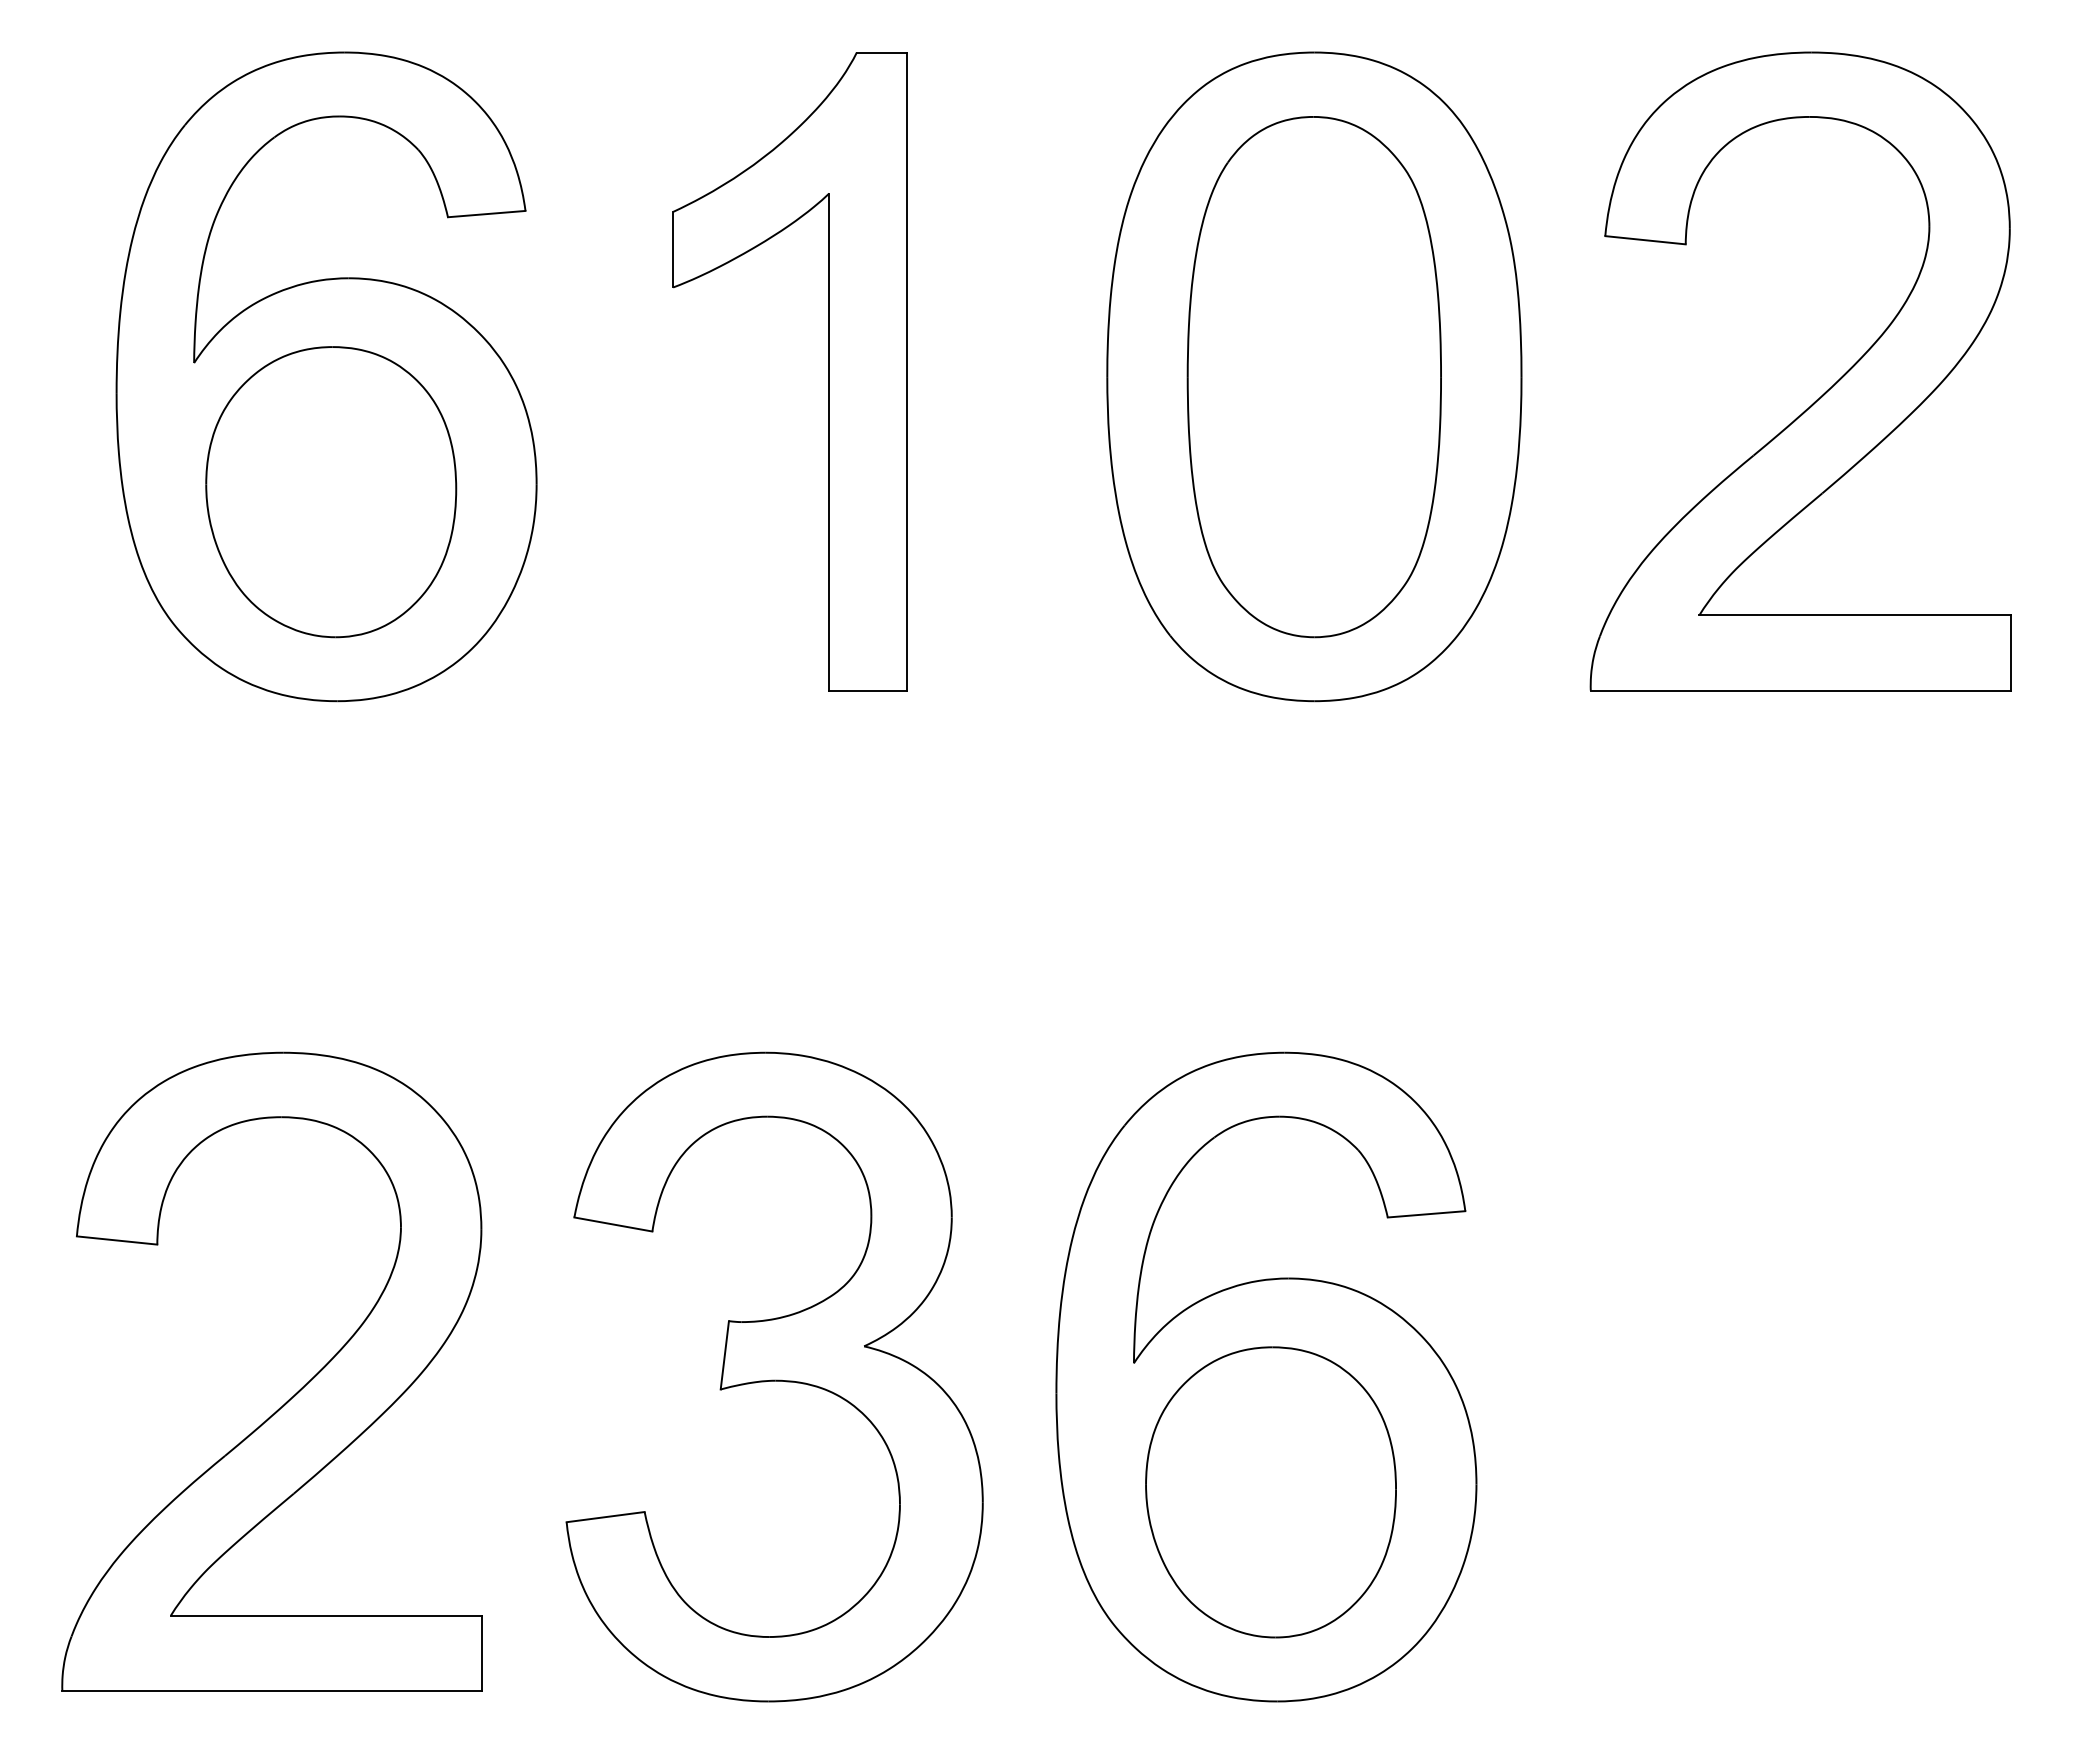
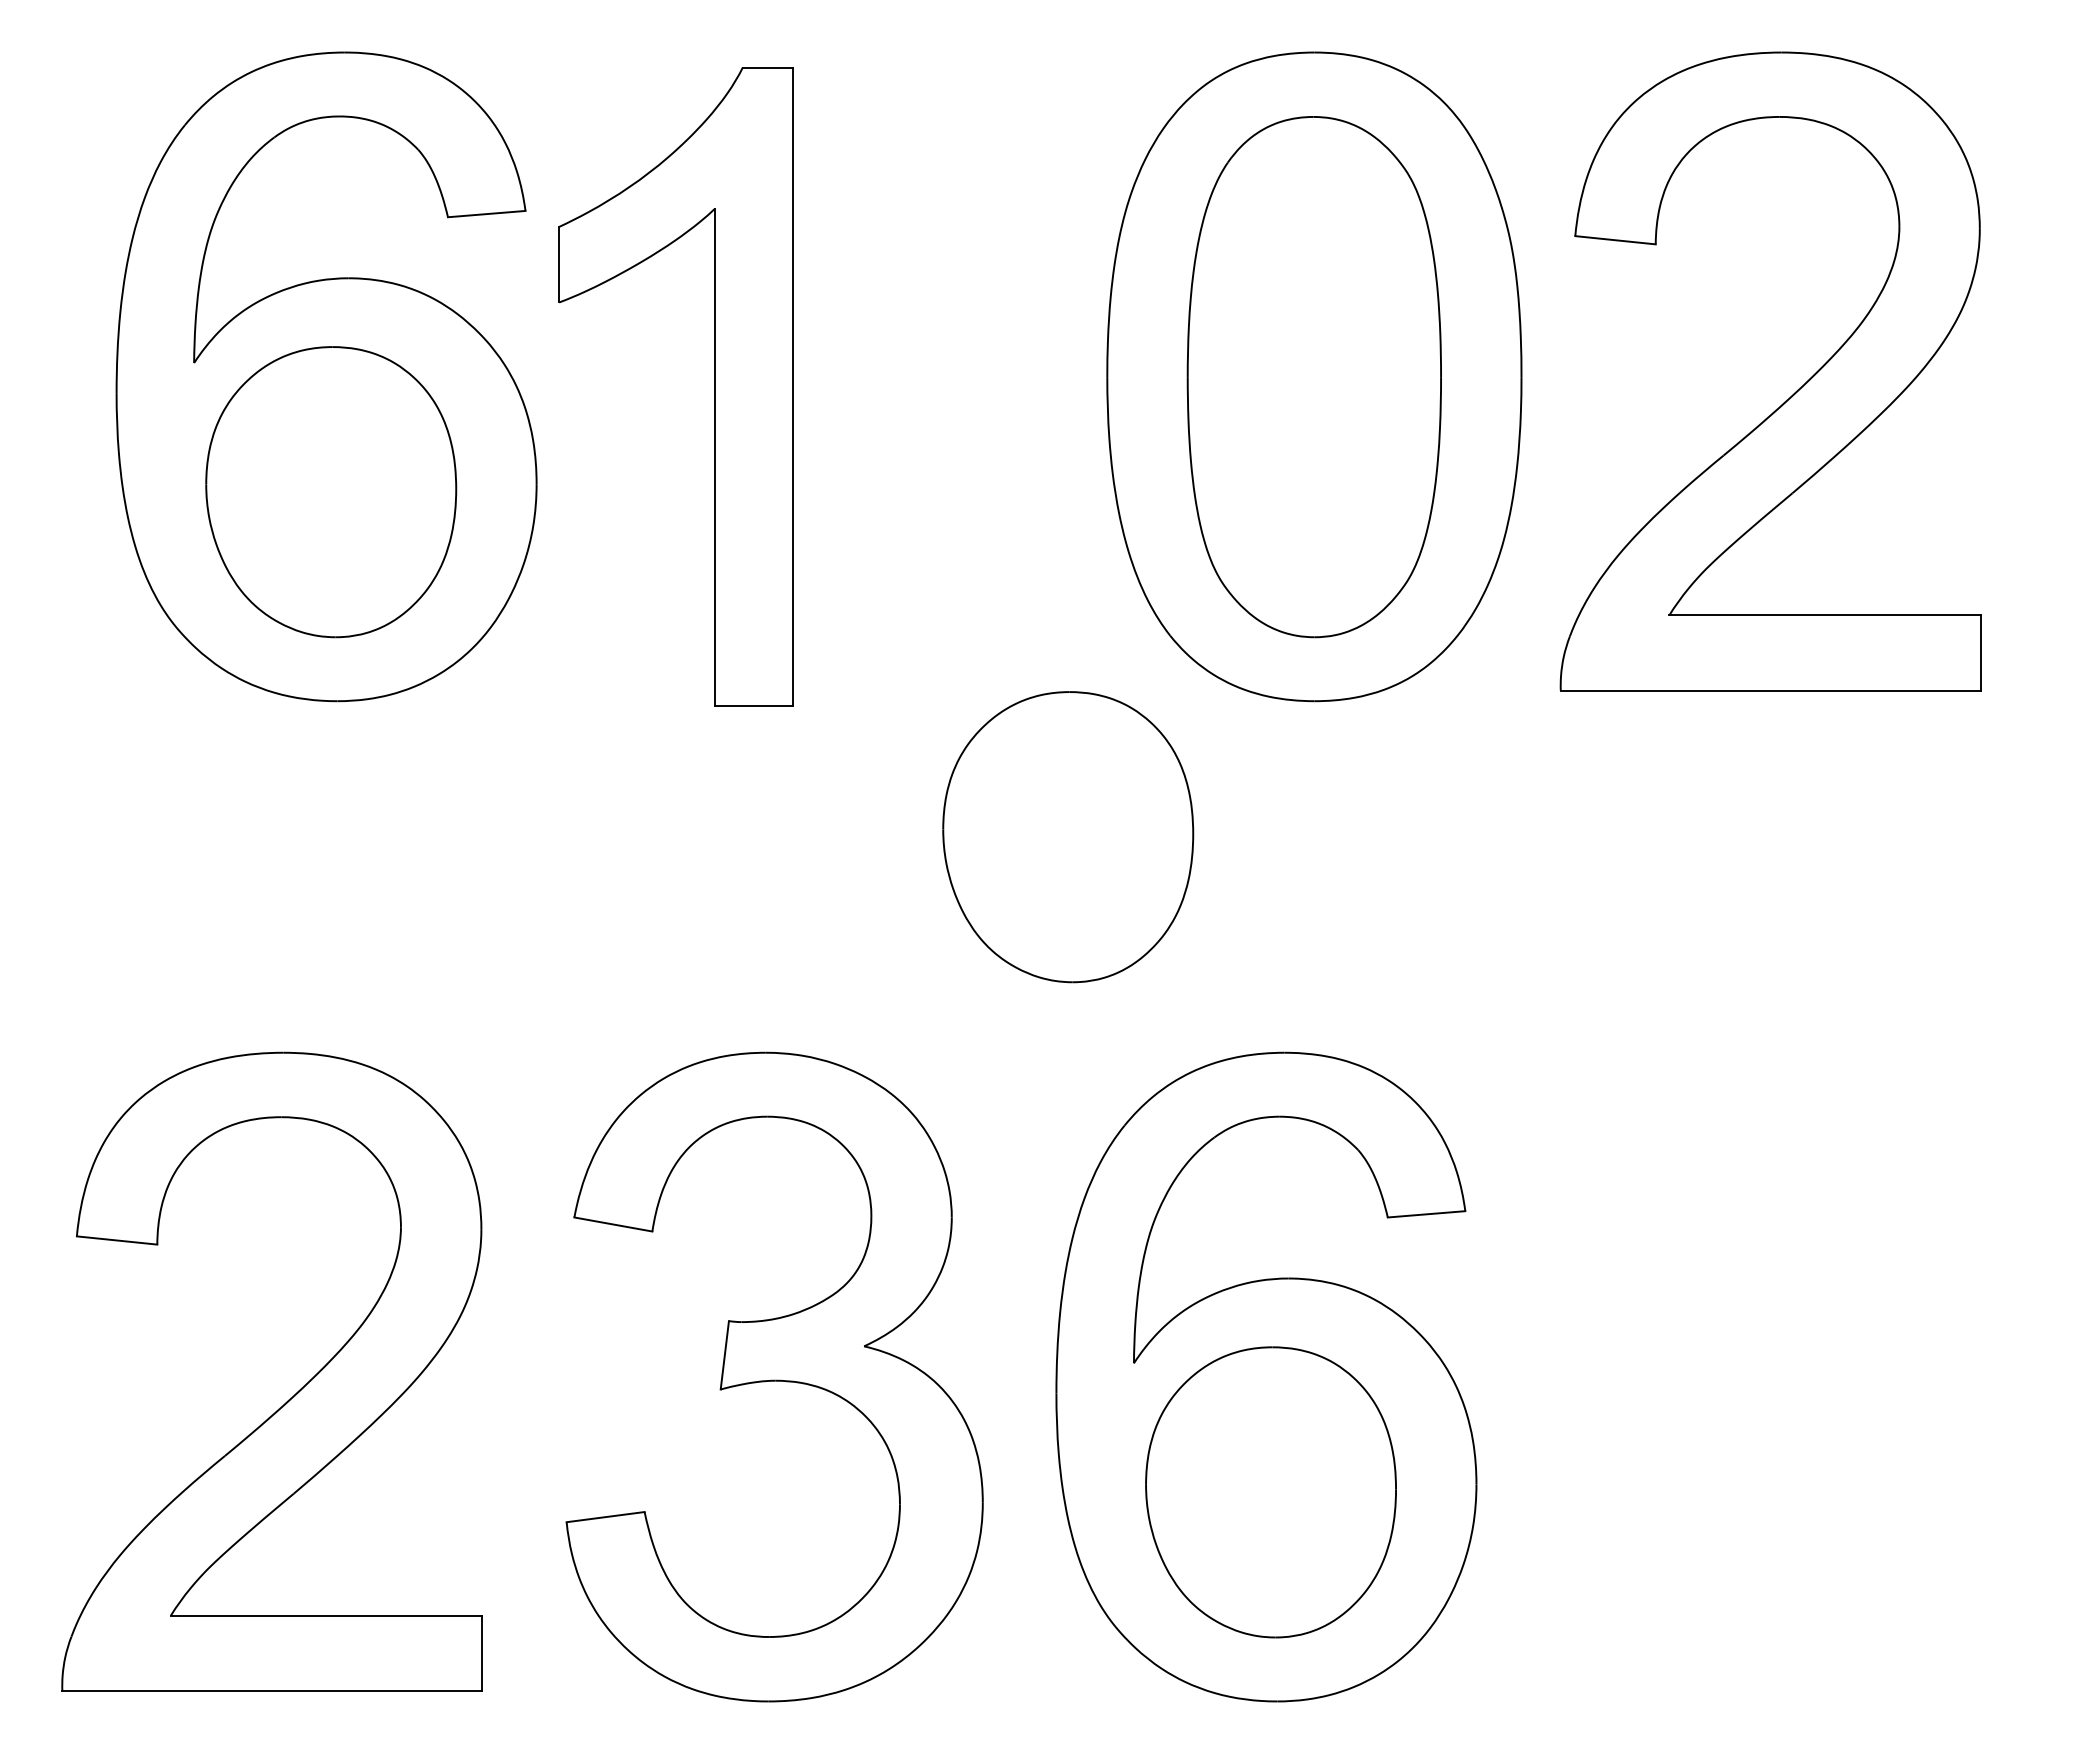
part at (828, 371) position: (828, 371) -> (714, 386)
part at (1823, 393) position: (1823, 393) -> (1793, 393)
part at (1068, 837): none -> present
